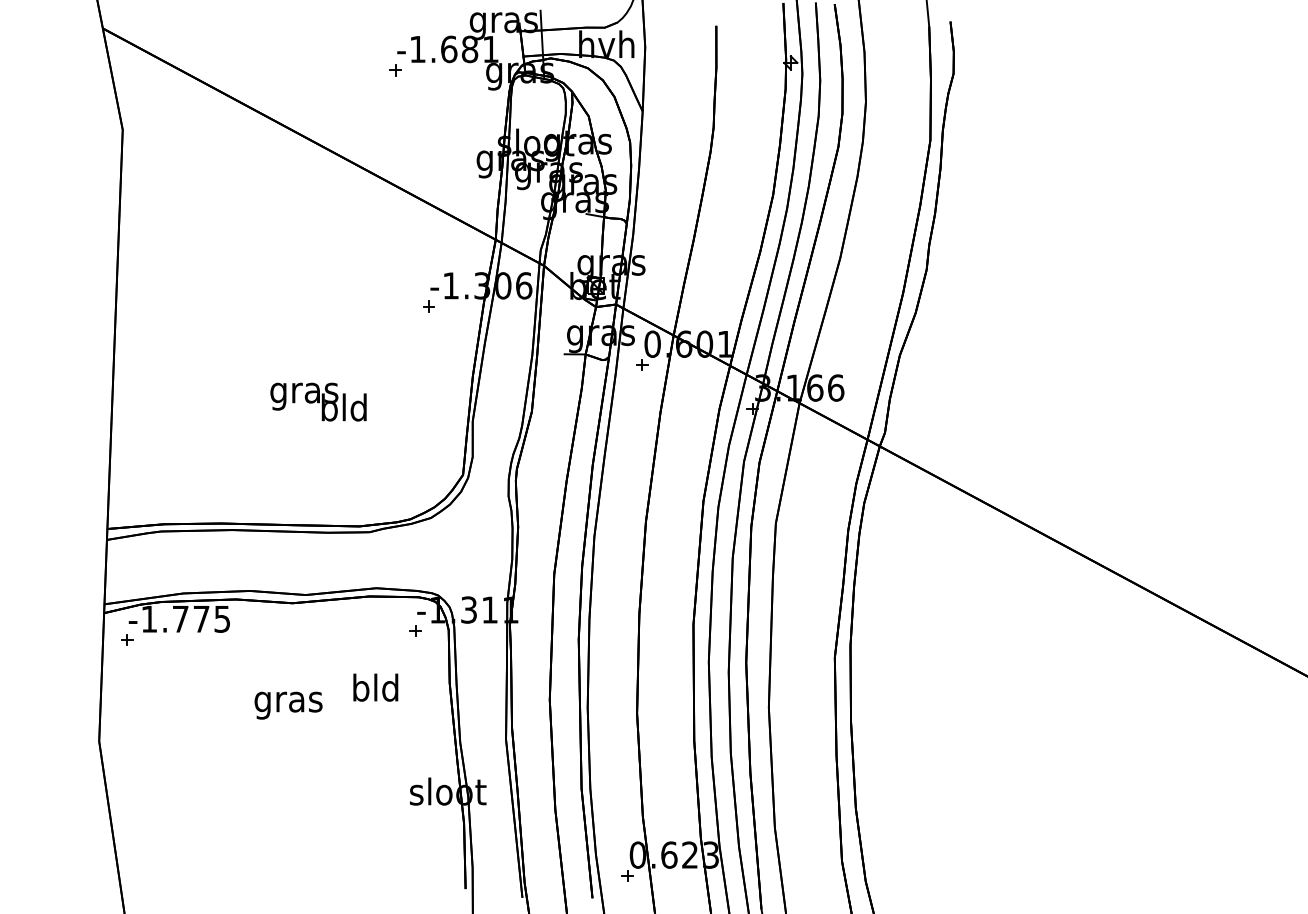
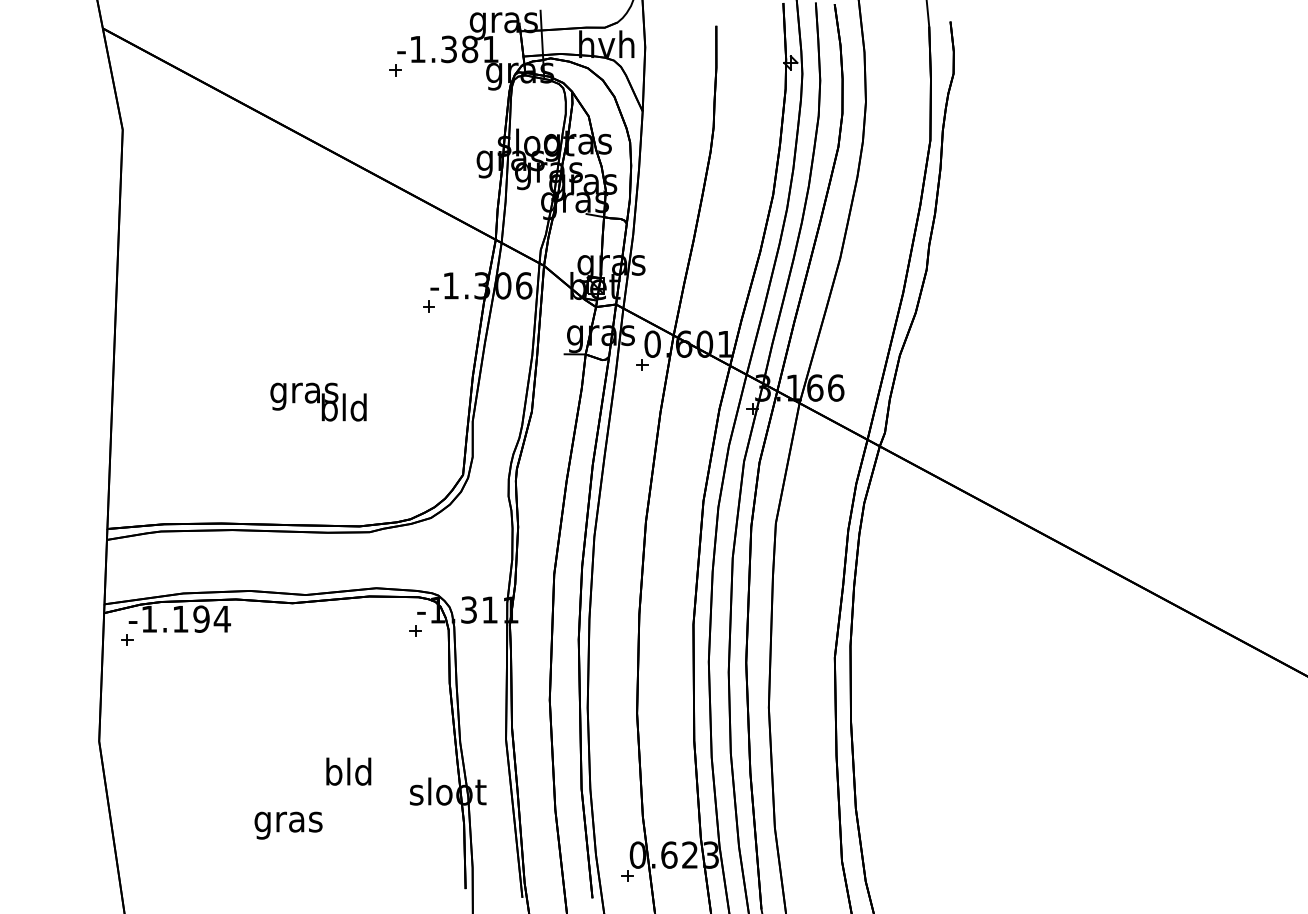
text at (449, 49): -1.681 -> -1.381
text at (202, 618): -1.775 -> -1.194
text at (375, 687) position: (375, 687) -> (348, 771)
text at (288, 705) position: (288, 705) -> (288, 825)
